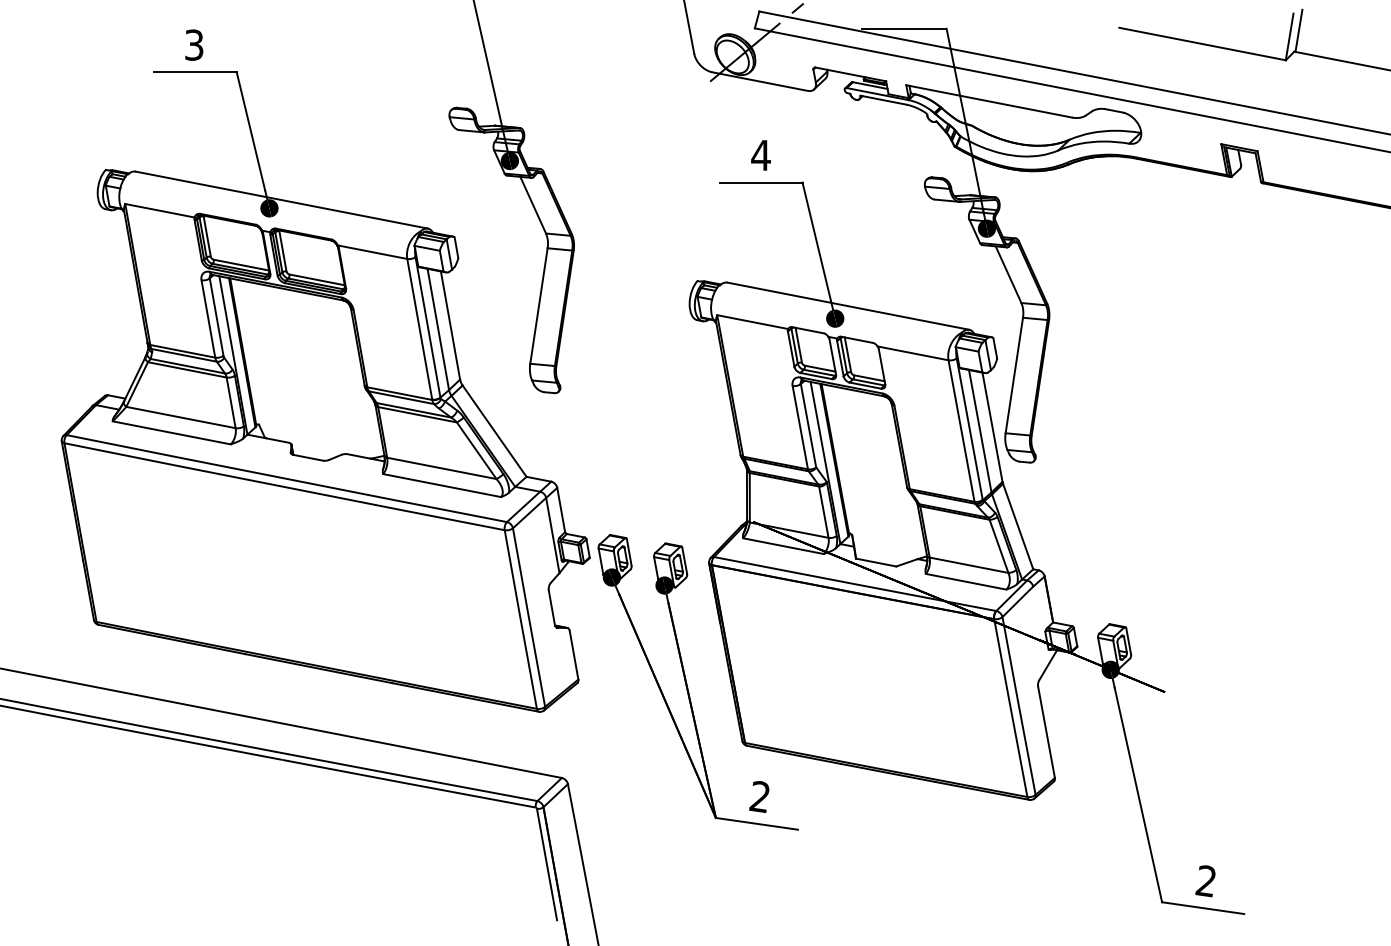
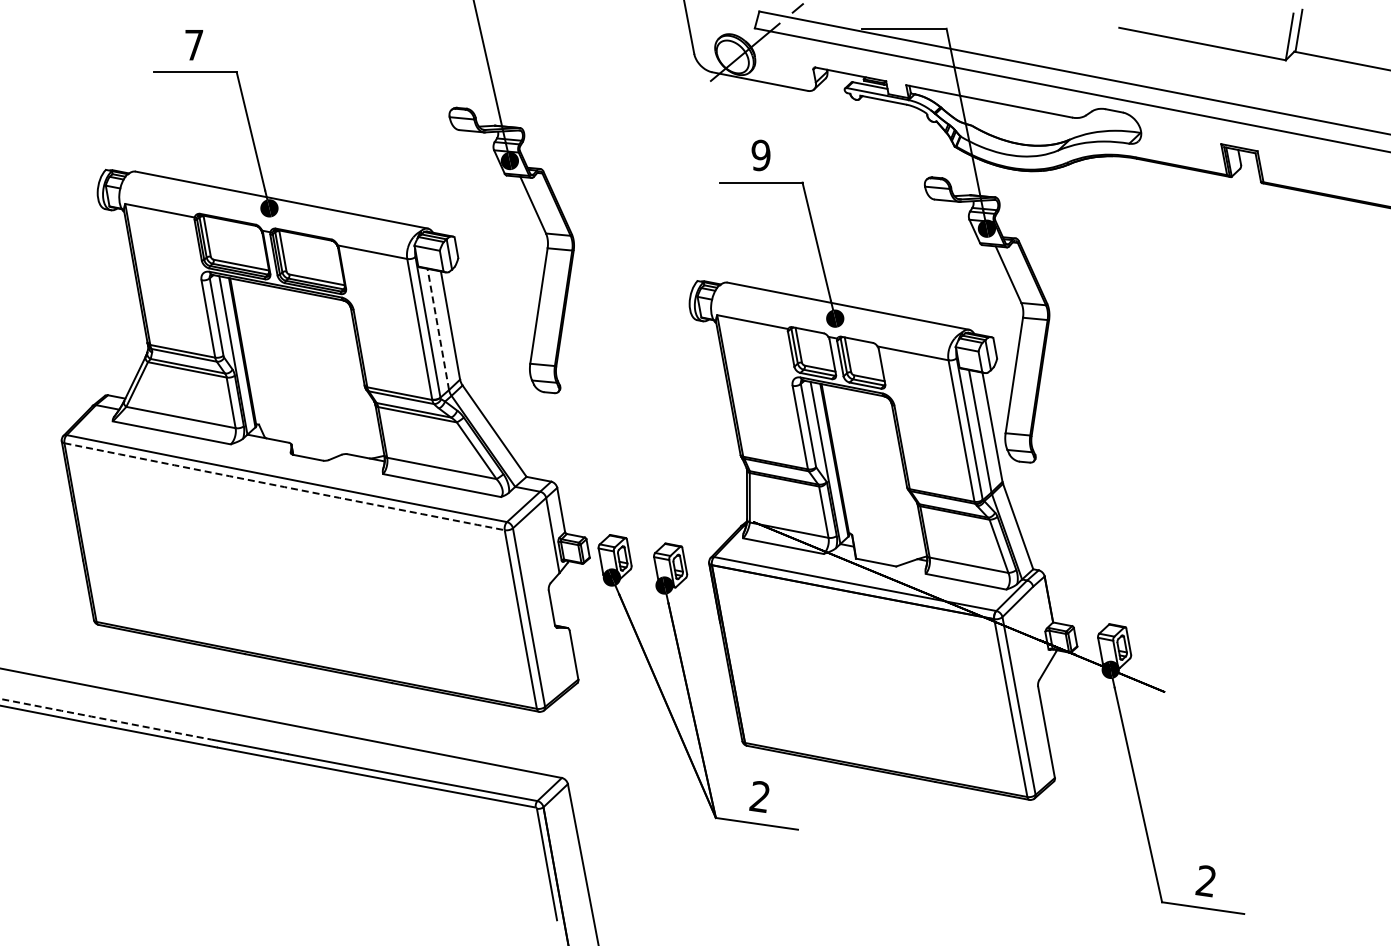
text at (194, 44): 3 -> 7
text at (760, 155): 4 -> 9
line at (438, 329): solid -> dashed
arc at (284, 487): solid -> dashed
arc at (105, 719): solid -> dashed
